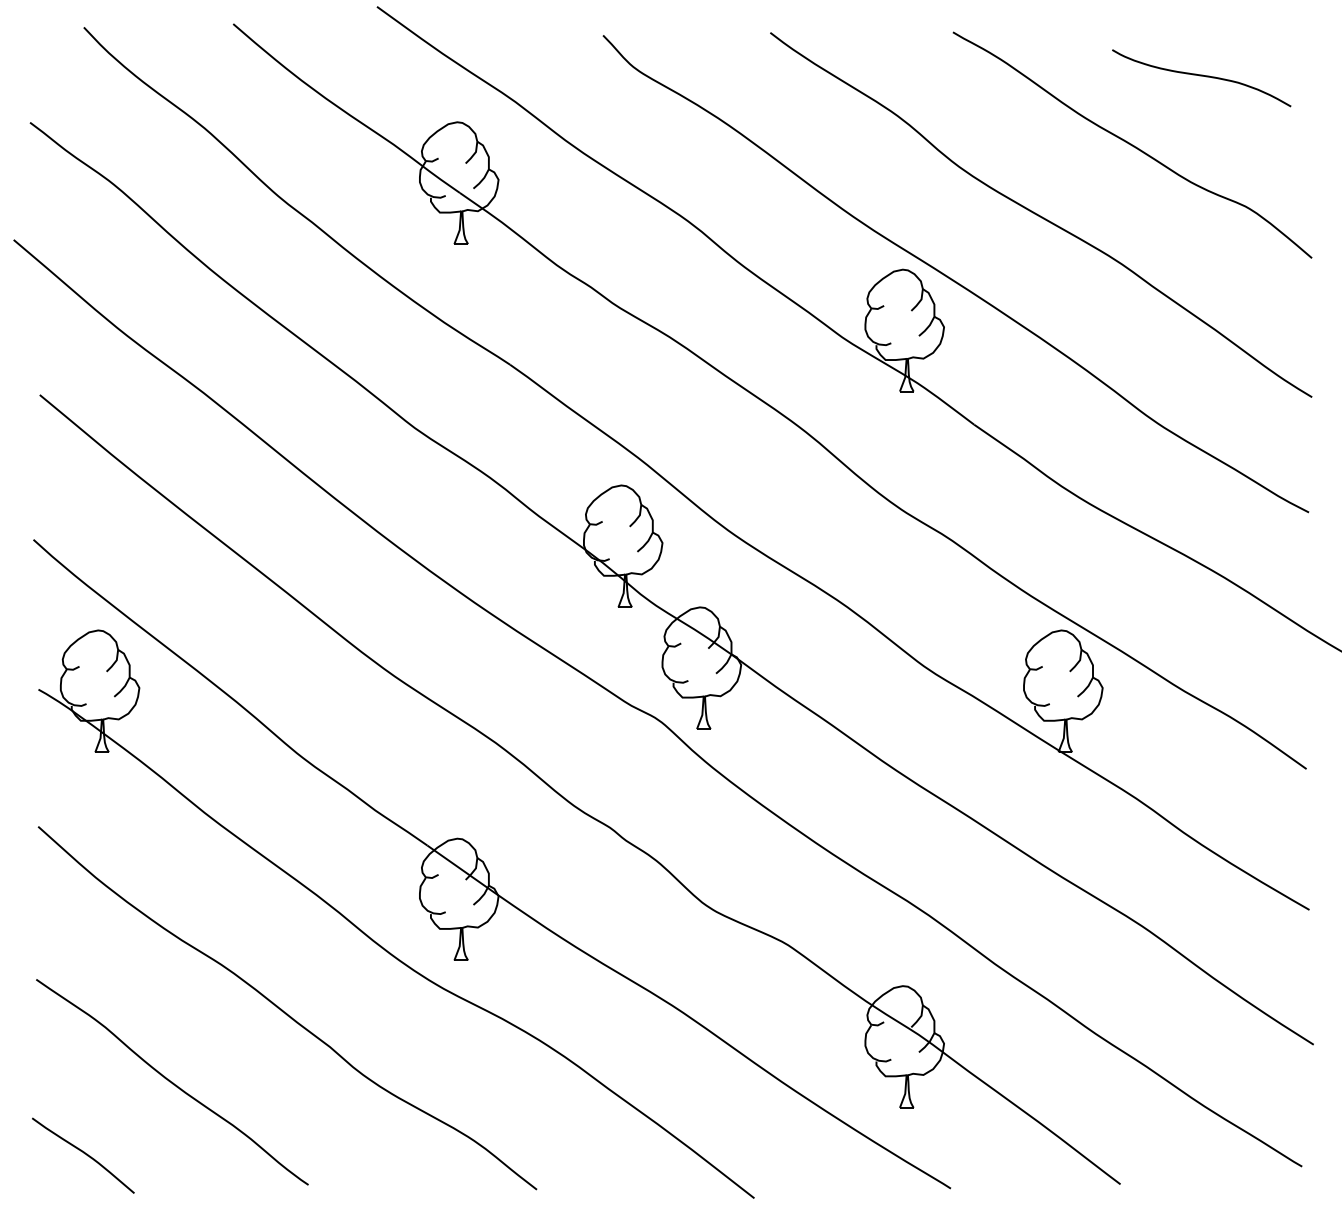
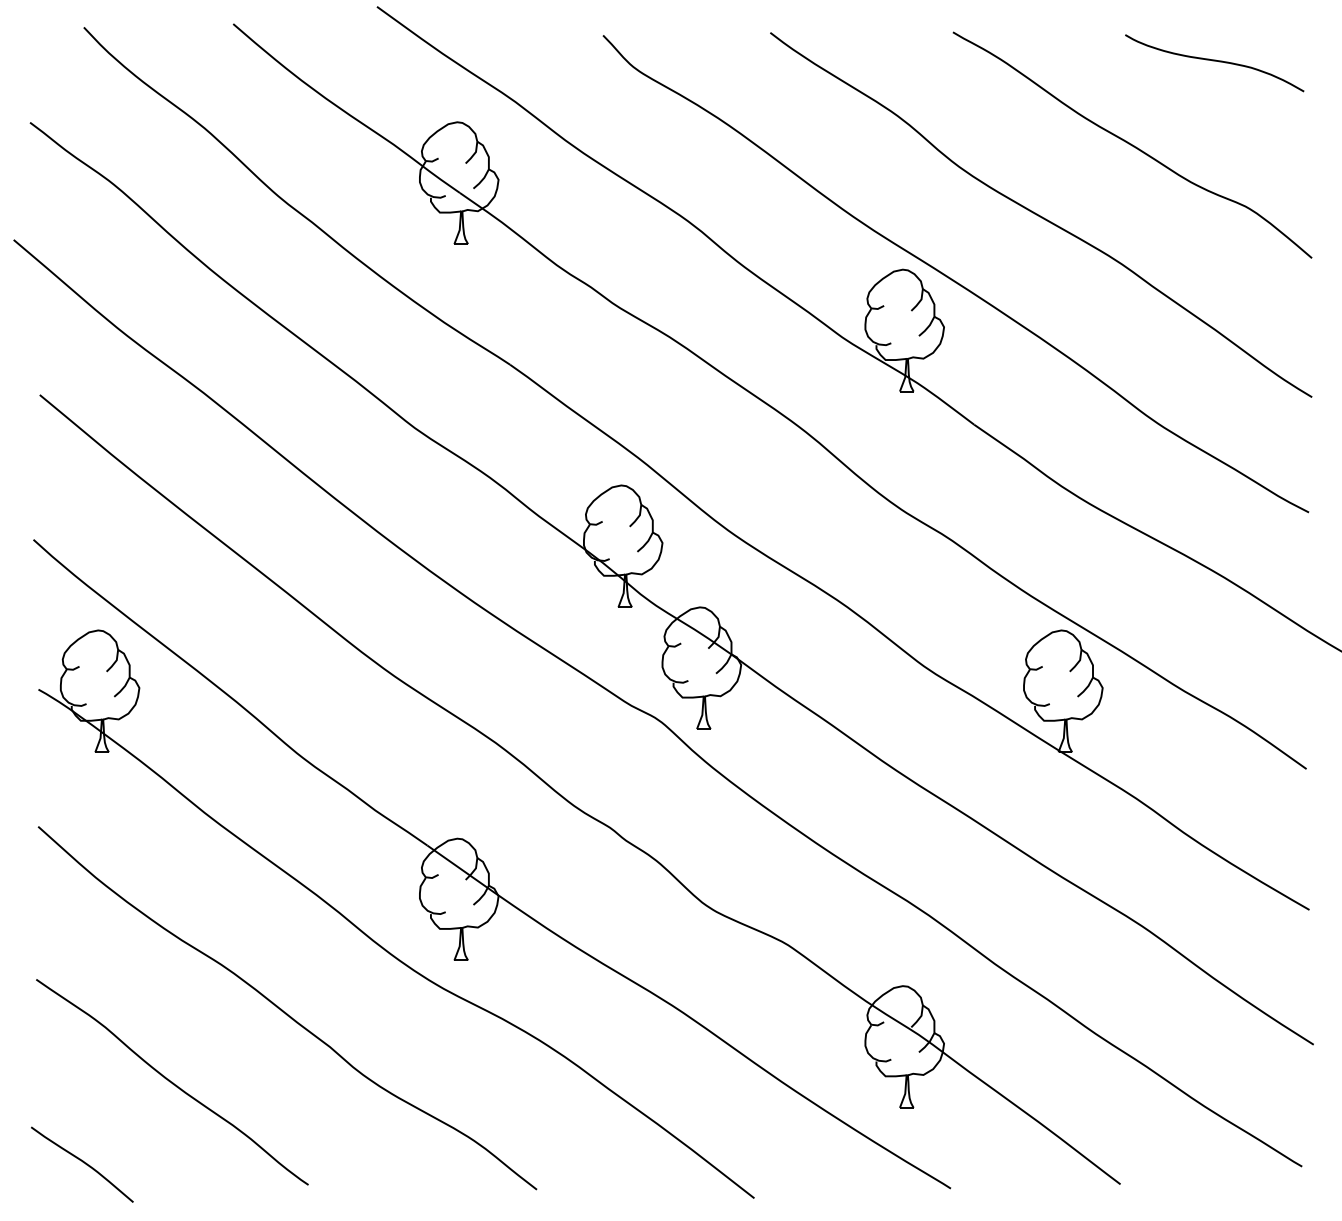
curve at (1201, 76) position: (1201, 76) -> (1214, 61)
curve at (84, 1154) position: (84, 1154) -> (83, 1163)
